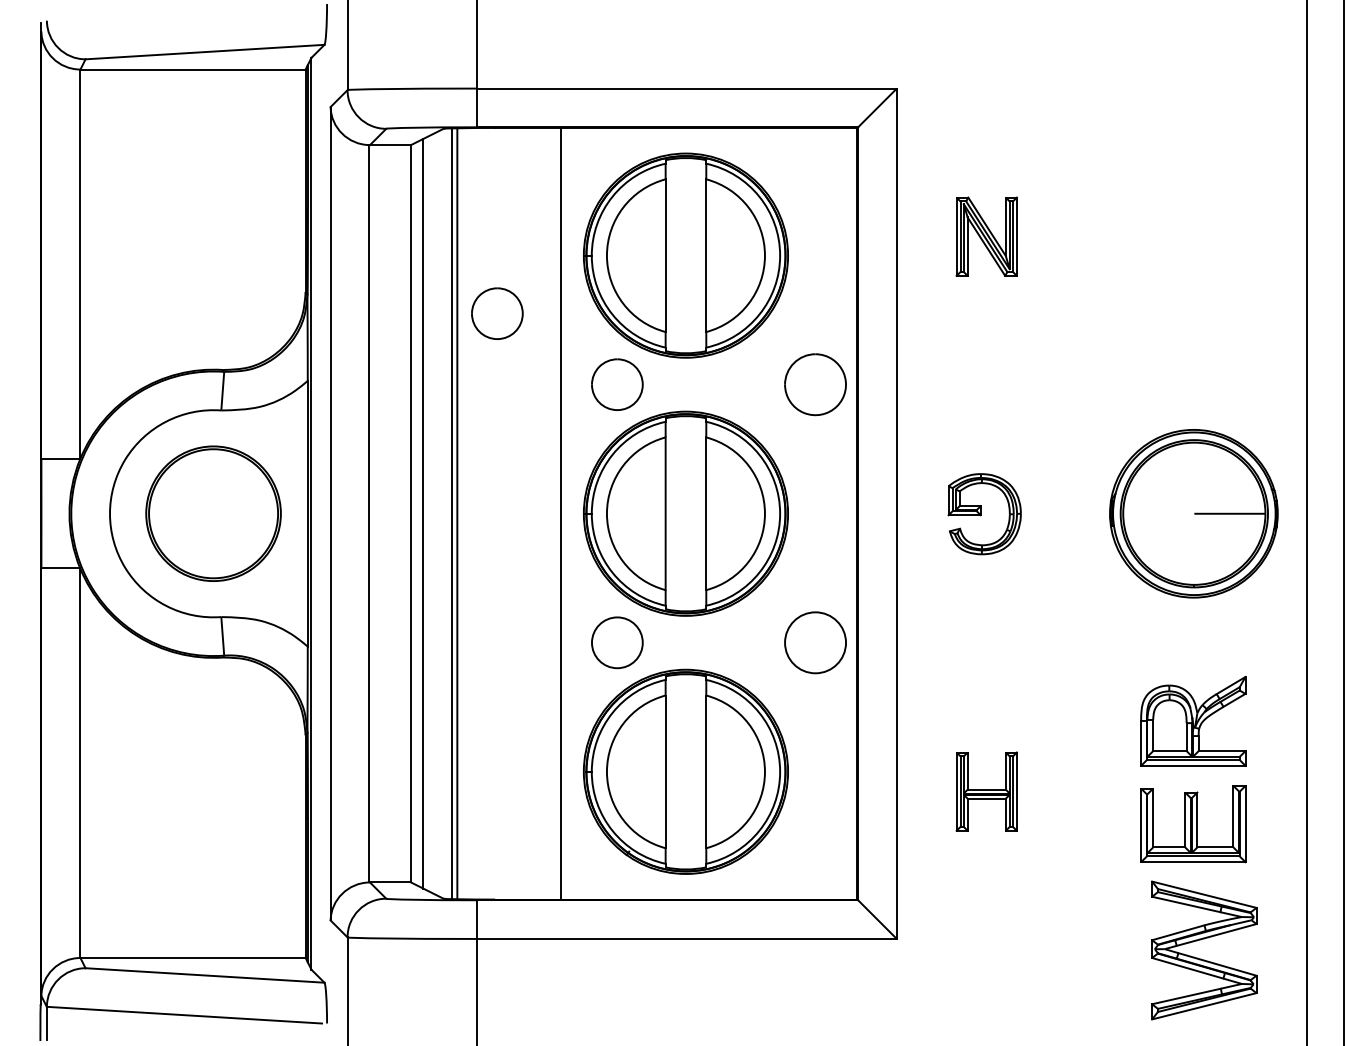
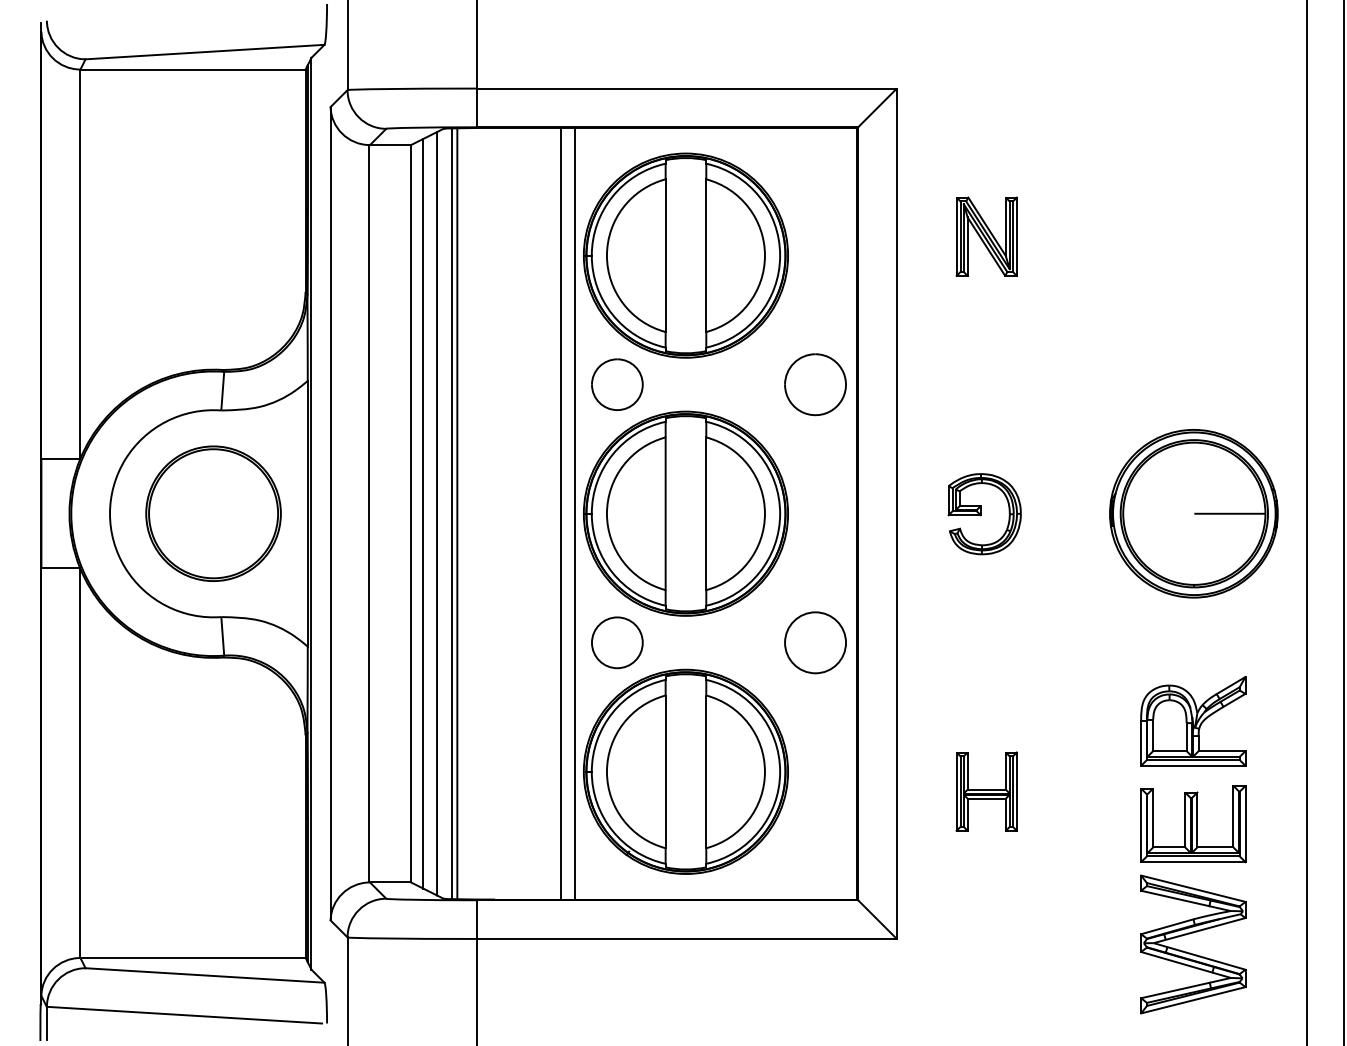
part at (497, 313): present -> none
line at (437, 513): none -> present
line at (575, 513): none -> present
part at (1201, 958) position: (1201, 958) -> (1190, 952)
